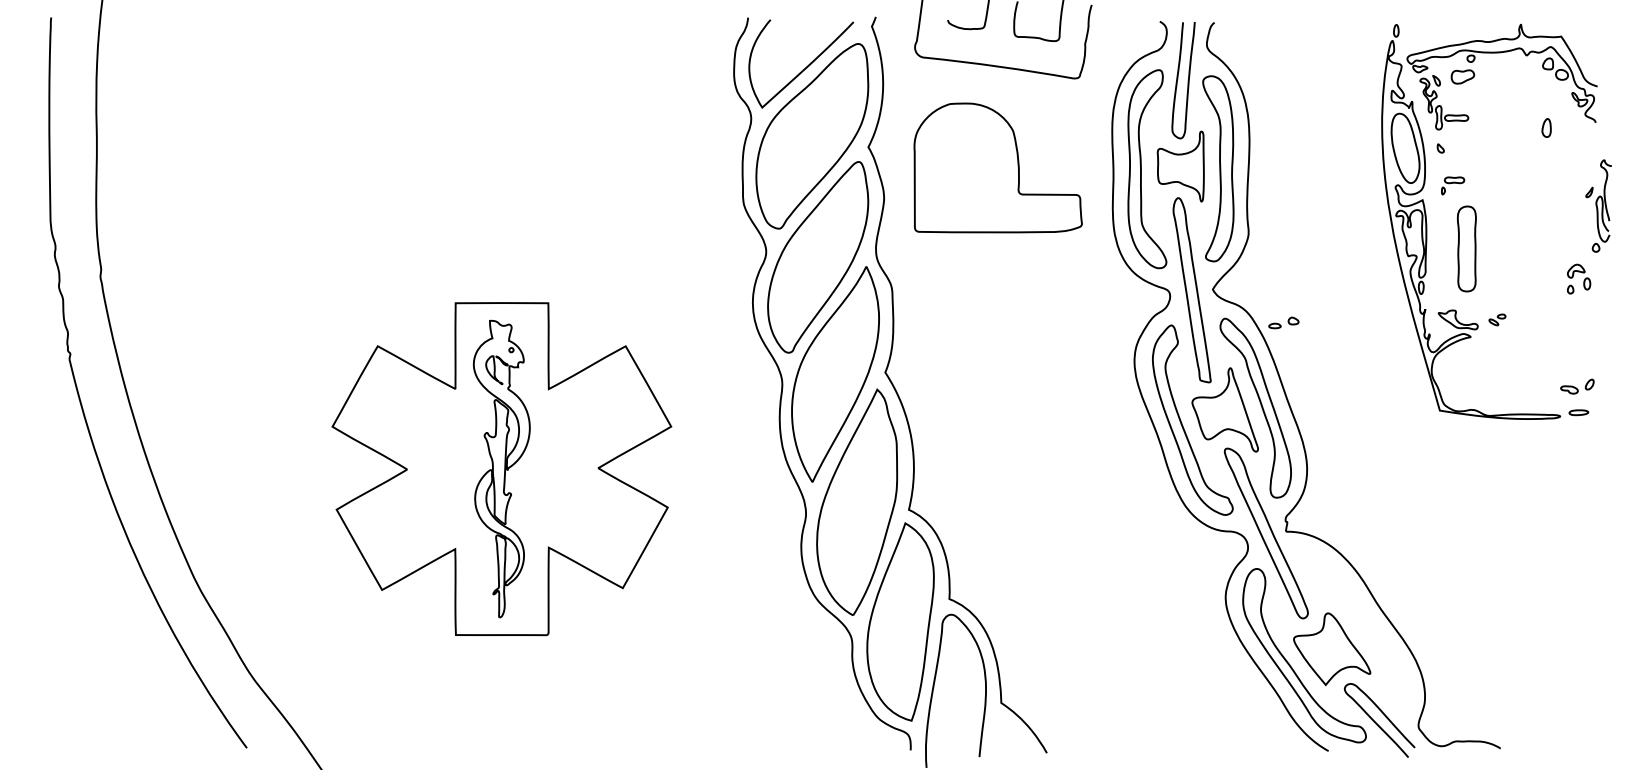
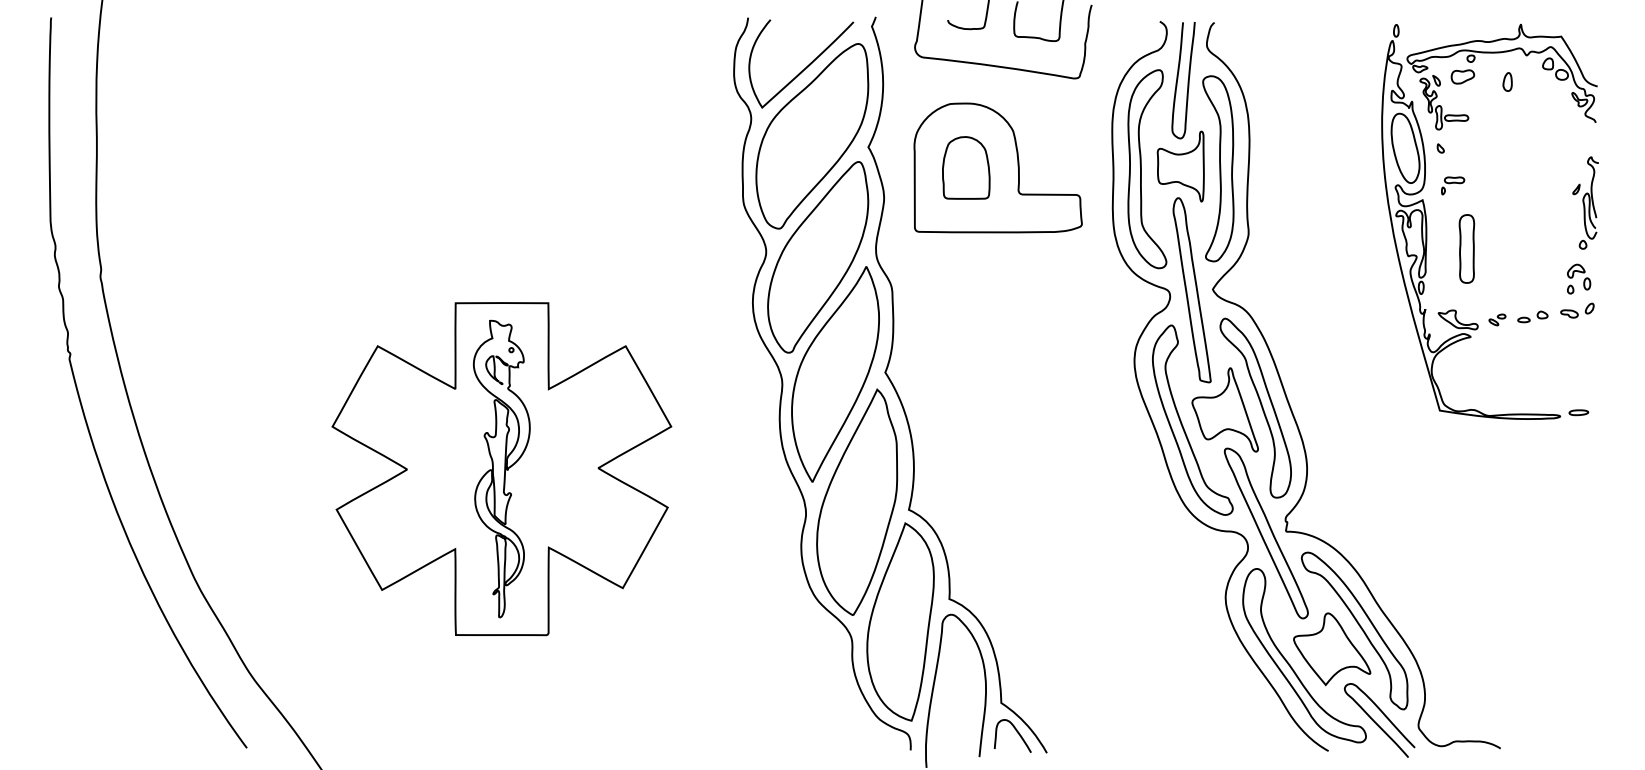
part at (1546, 127) position: (1546, 127) -> (1507, 81)
part at (966, 167): none -> present
part at (1598, 205) position: (1598, 205) -> (1585, 202)
part at (1466, 248) size: 20x88 px -> 18x70 px
part at (1283, 322) position: (1283, 322) -> (1532, 316)
part at (1577, 386) position: (1577, 386) -> (1577, 310)
part at (1360, 628): none -> present
curve at (1017, 733): none -> present
